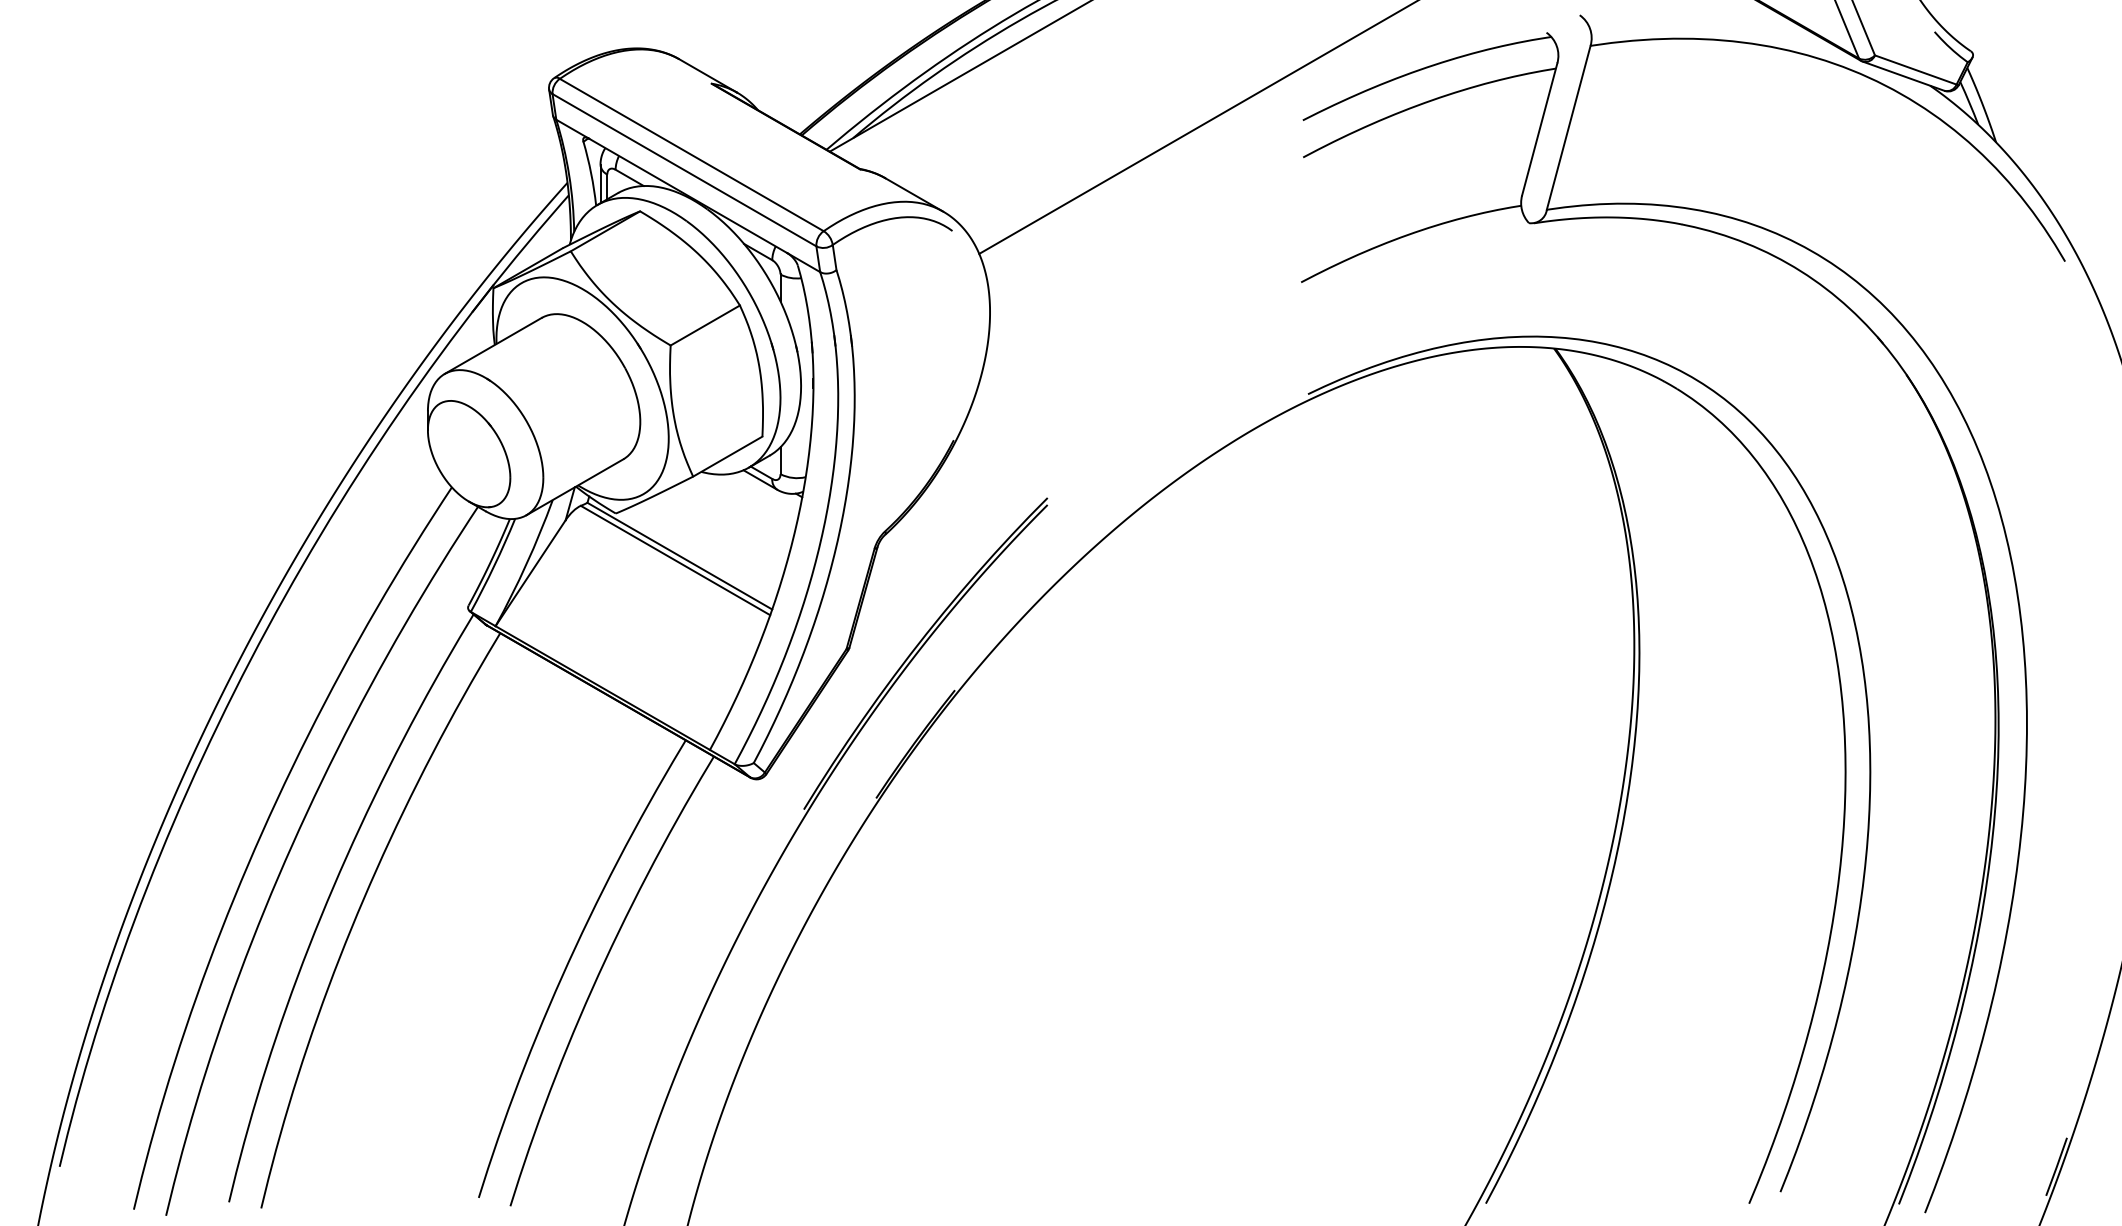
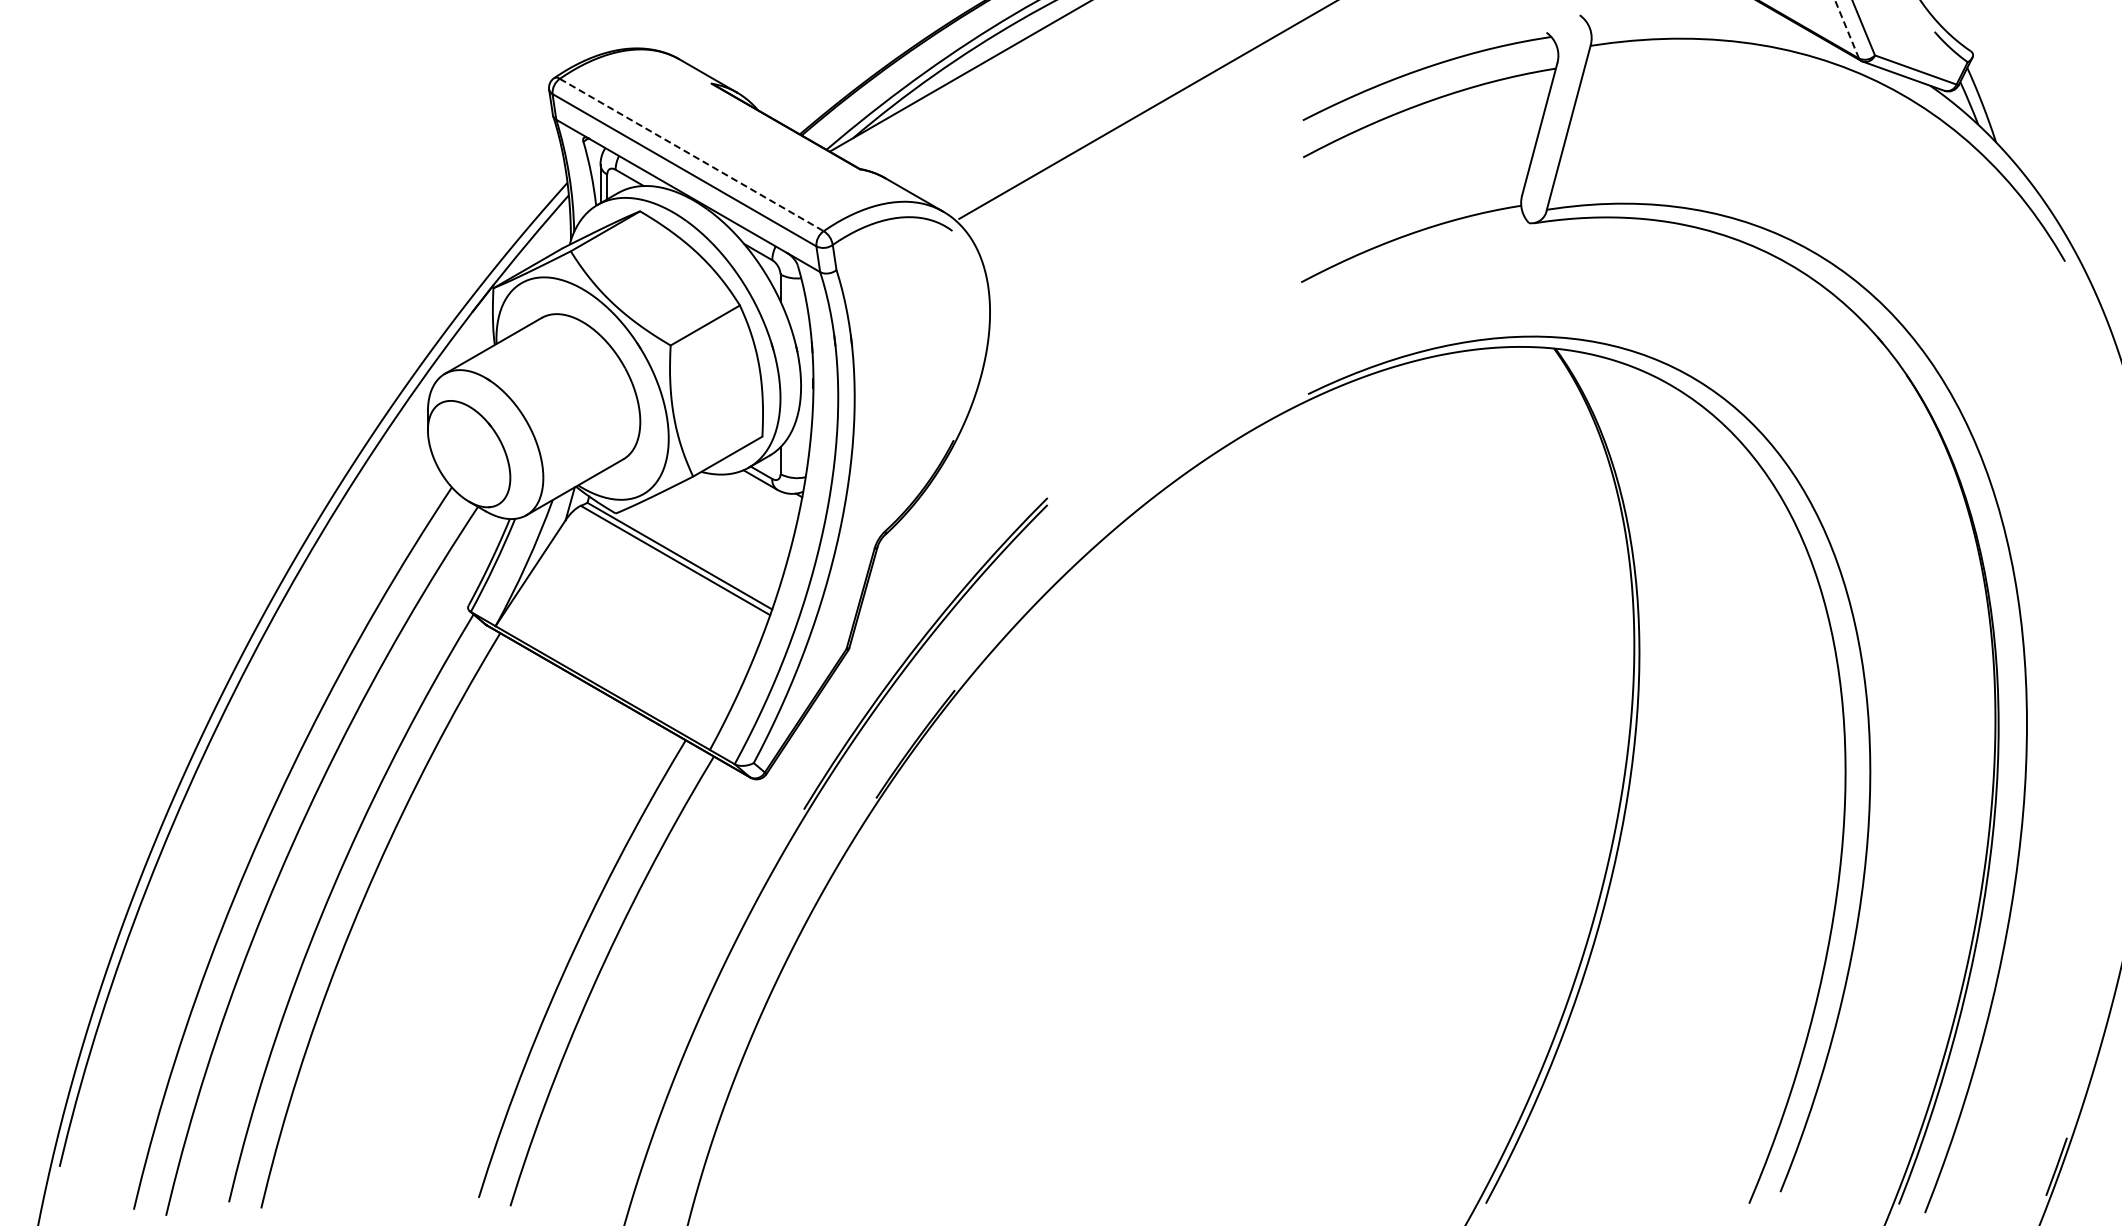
line at (1846, 29): solid -> dashed
line at (1197, 127) position: (1197, 127) -> (1146, 110)
line at (692, 155): solid -> dashed
